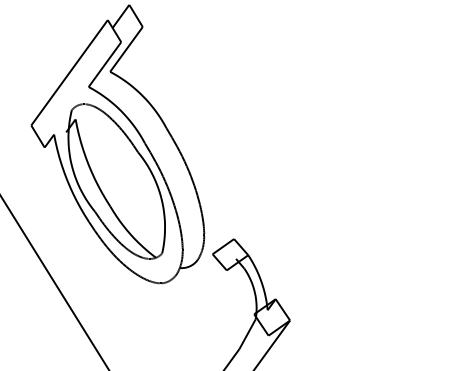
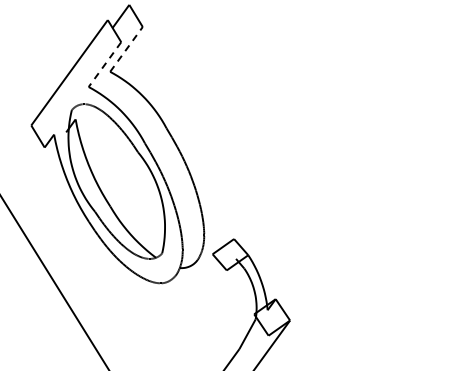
line at (126, 49): solid -> dashed
line at (104, 64): solid -> dashed
